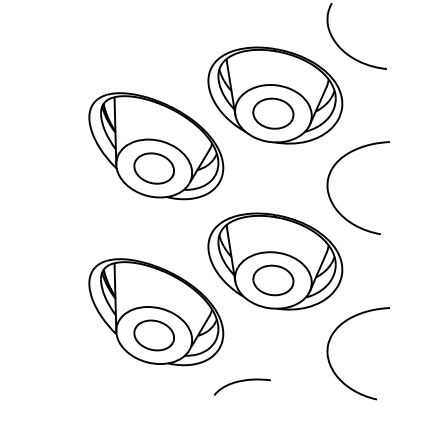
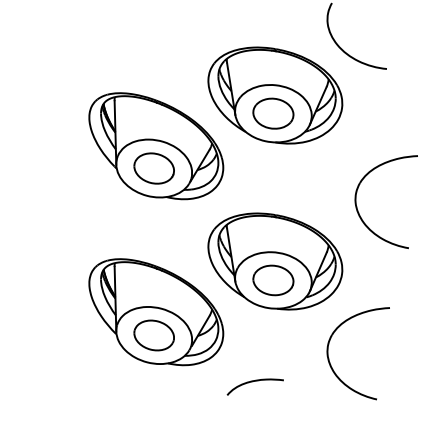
part at (331, 198) position: (331, 198) -> (359, 212)
curve at (239, 382) position: (239, 382) -> (252, 382)
